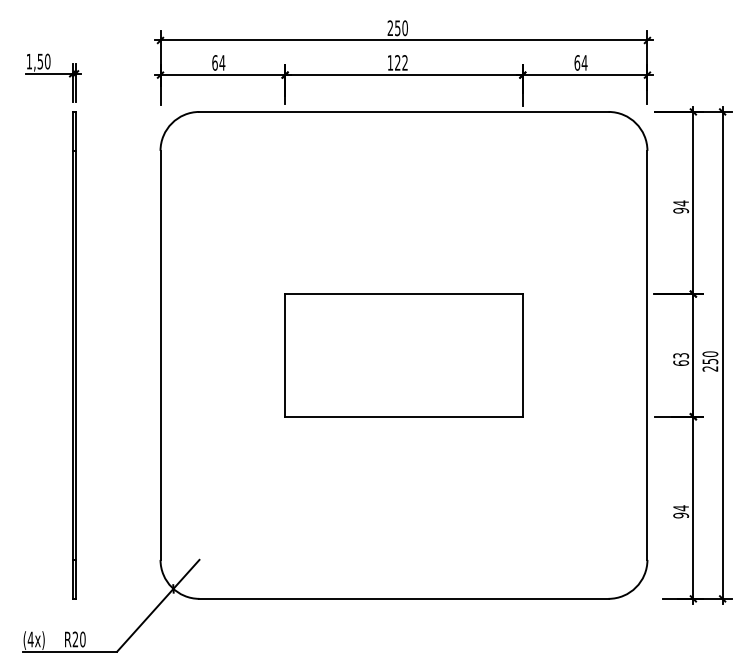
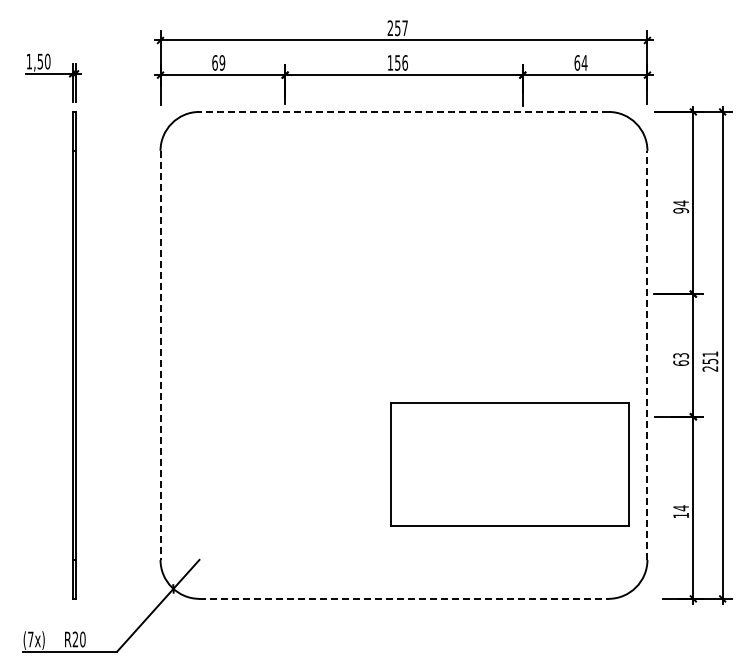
text at (404, 28): 250 -> 257
text at (222, 62): 64 -> 69
text at (401, 62): 122 -> 156
line at (403, 111): solid -> dashed
text at (710, 354): 250 -> 251
line at (160, 355): solid -> dashed
part at (403, 355) position: (403, 355) -> (509, 464)
line at (647, 355): solid -> dashed
text at (681, 515): 94 -> 14
line at (403, 598): solid -> dashed
text at (30, 639): (4x) -> (7x)
